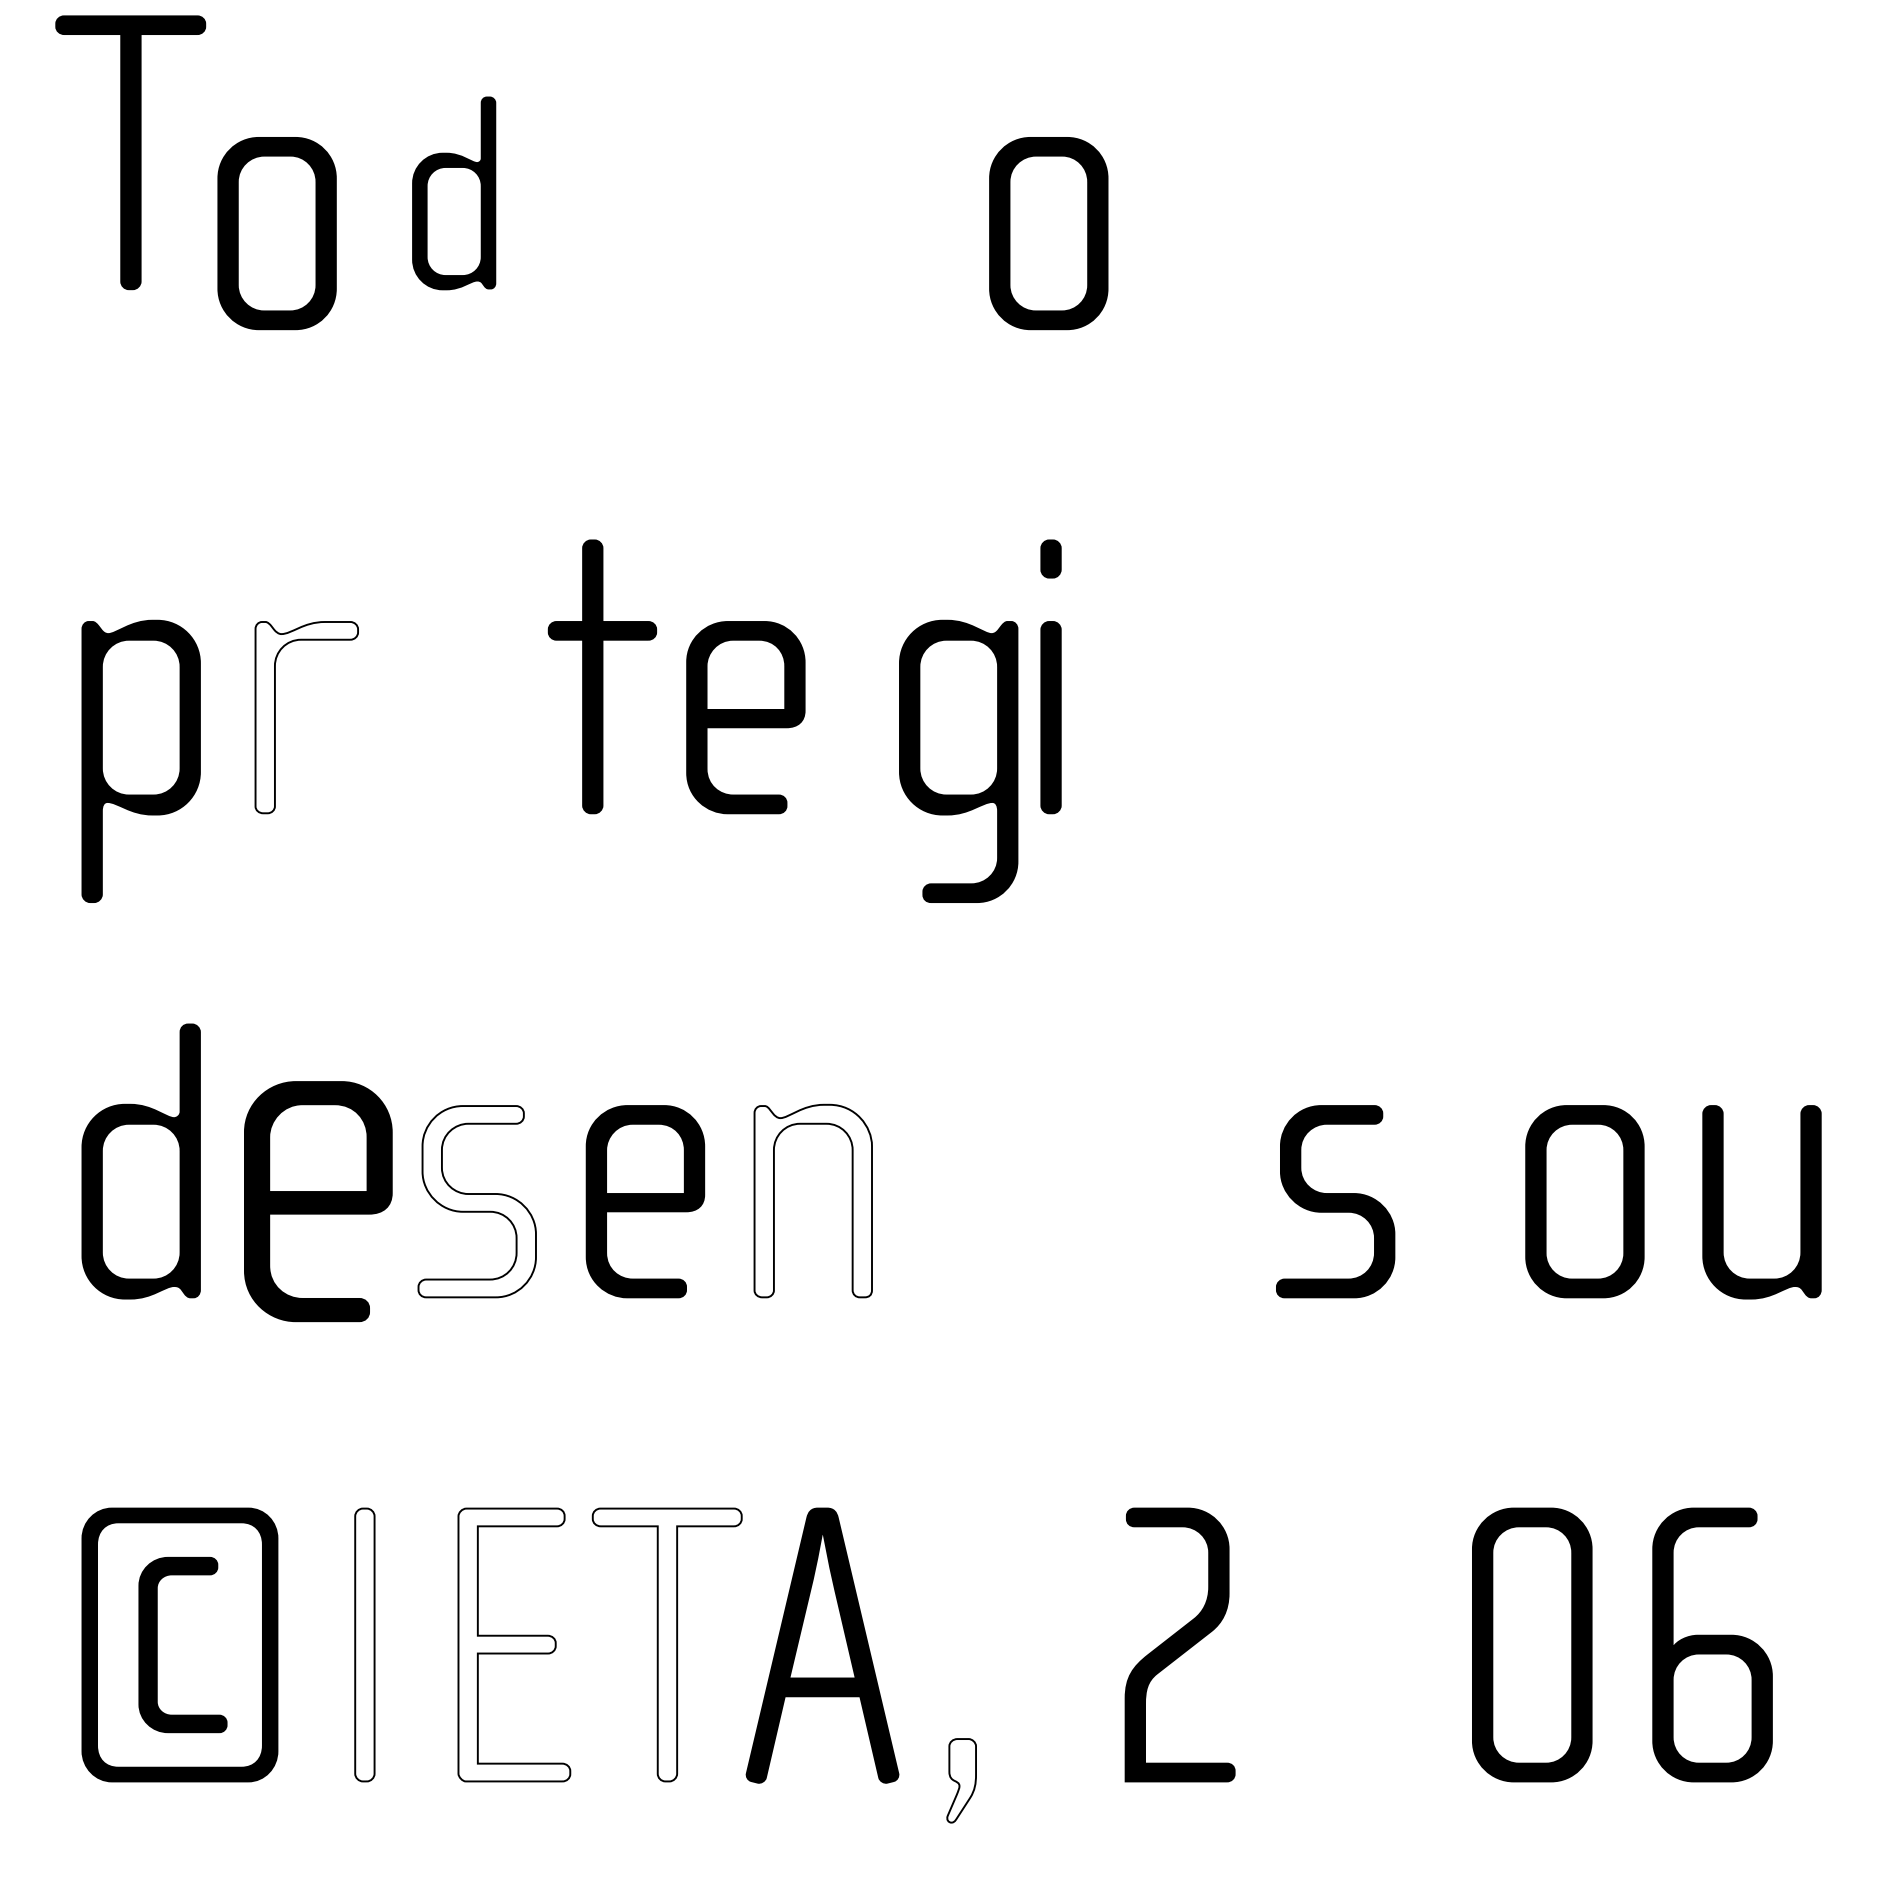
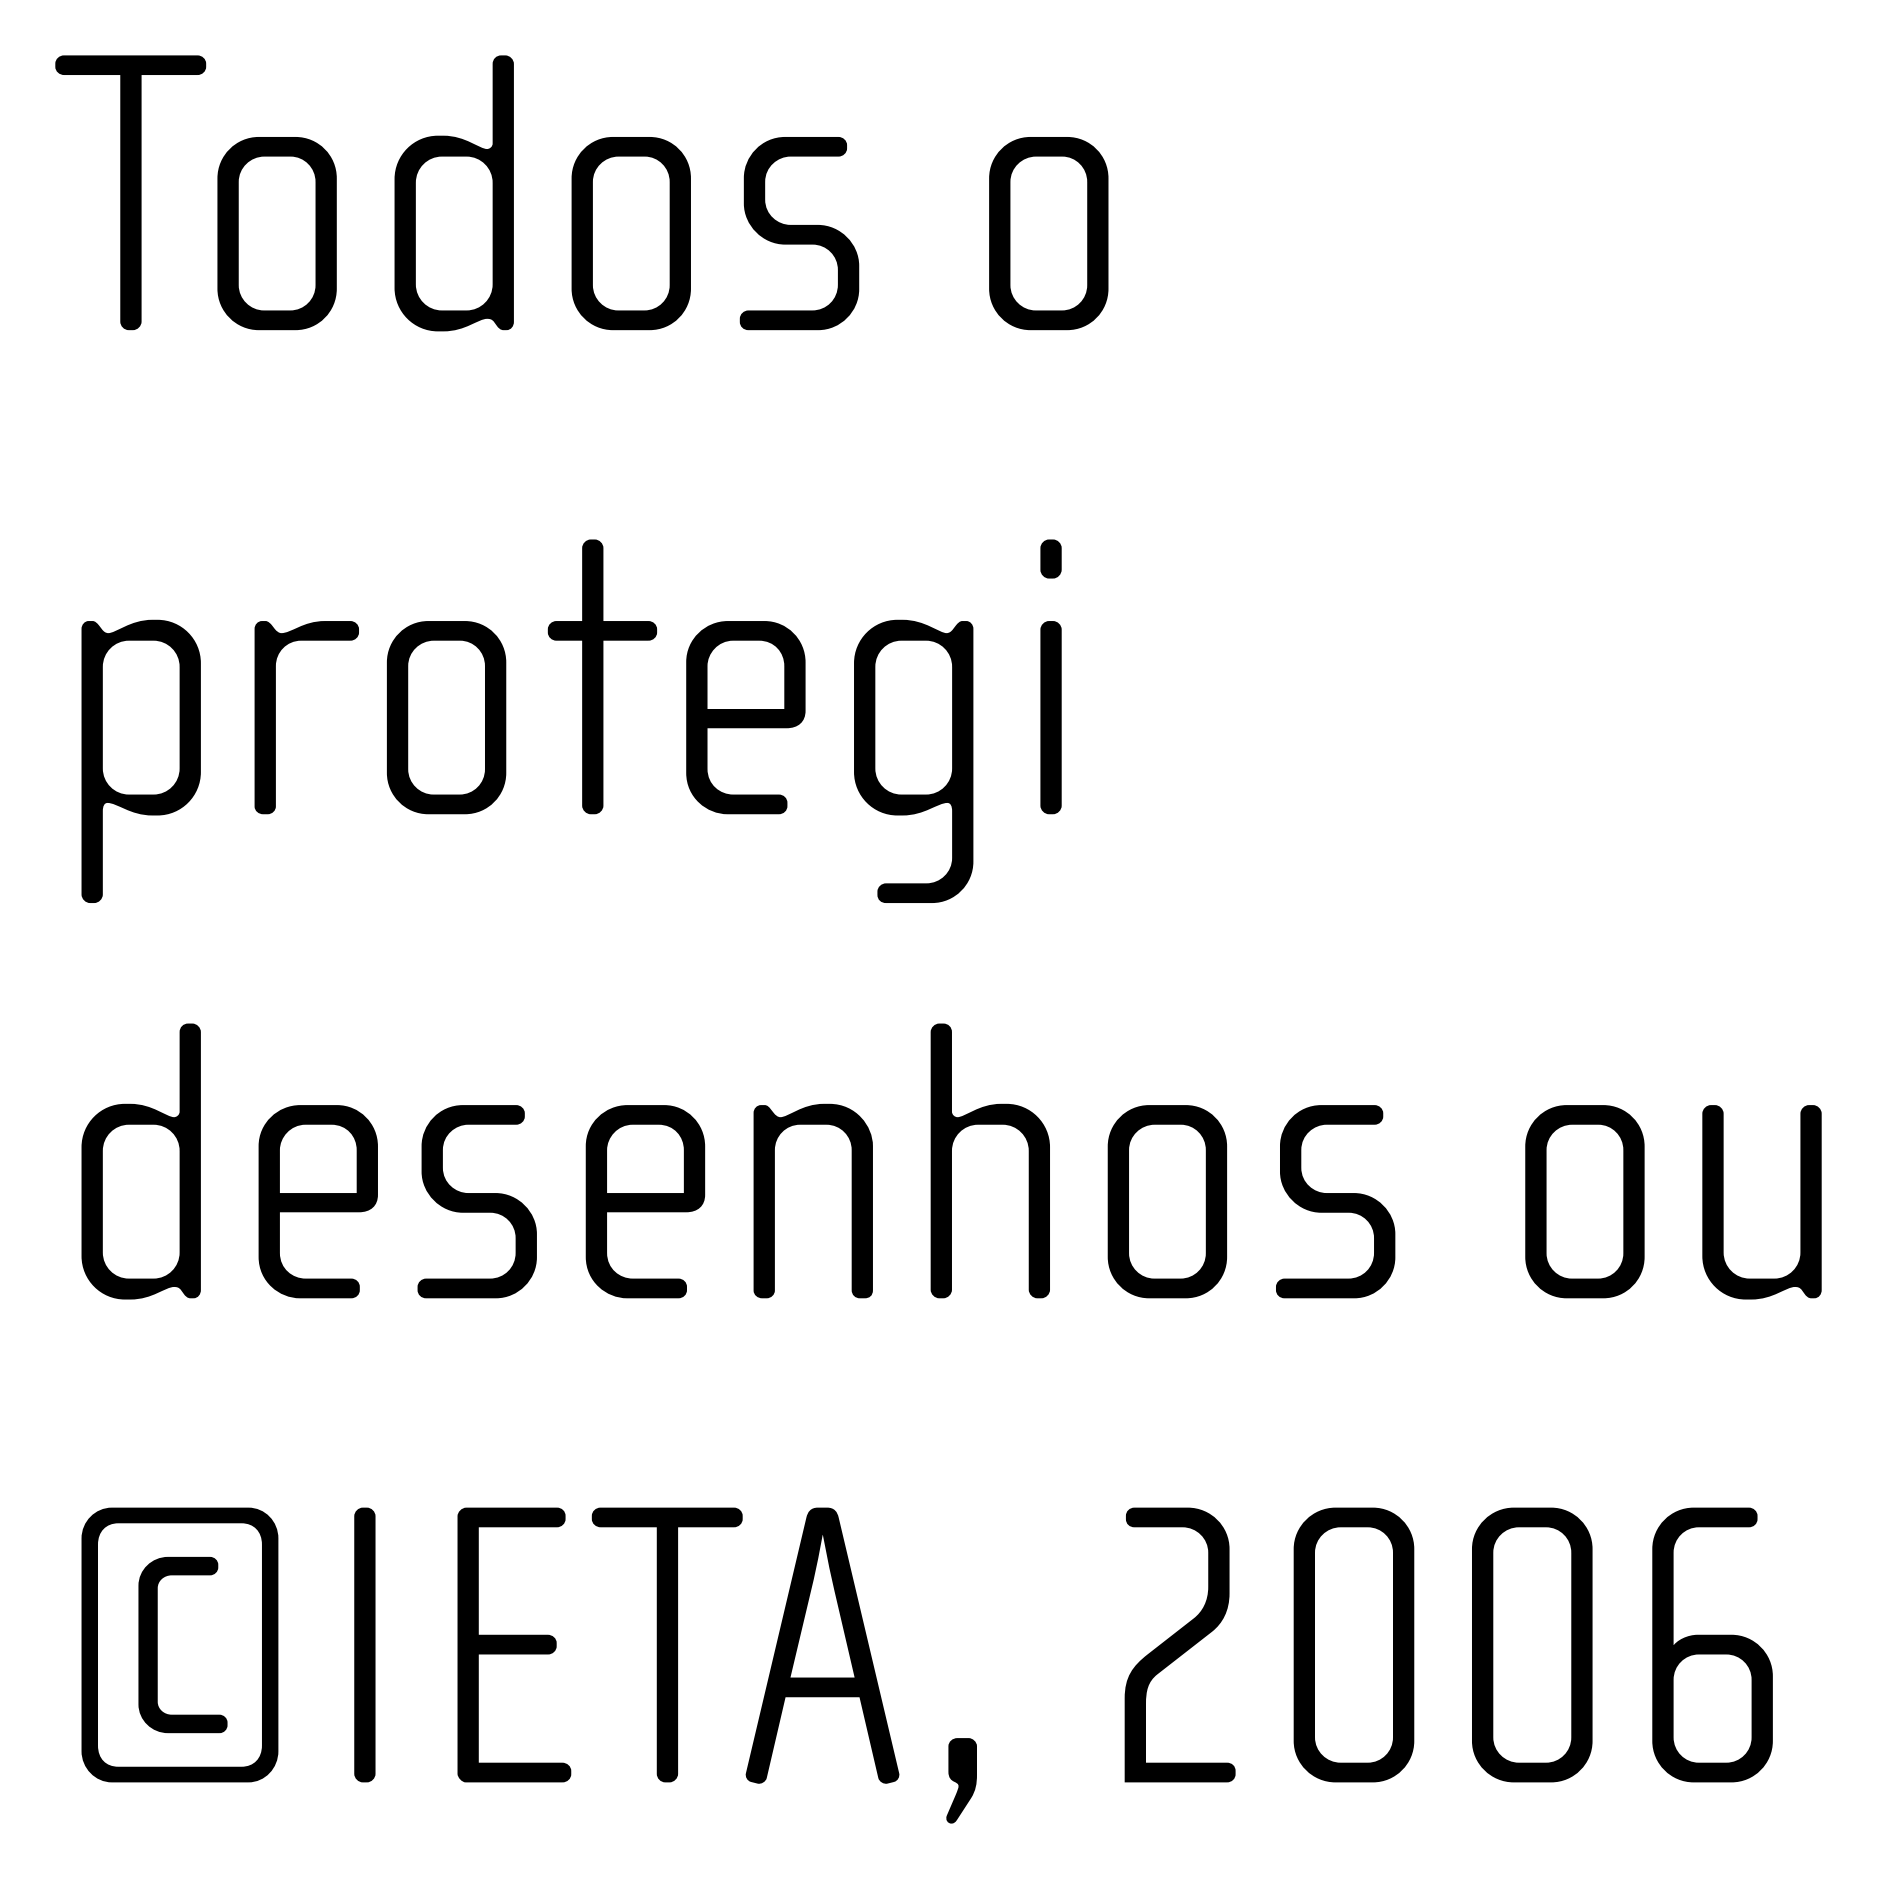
part at (130, 152) position: (130, 152) -> (130, 192)
part at (454, 193) size: 85x195 px -> 120x277 px
part at (630, 233): none -> present
part at (799, 233): none -> present
fill at (306, 717): none -> present
part at (446, 717): none -> present
part at (958, 760) position: (958, 760) -> (913, 760)
part at (989, 1124): none -> present
fill at (812, 1200): none -> present
part at (318, 1201) size: 149x242 px -> 120x194 px
fill at (476, 1201): none -> present
part at (1166, 1201): none -> present
fill at (364, 1644): none -> present
fill at (514, 1644): none -> present
fill at (666, 1644): none -> present
part at (1353, 1644): none -> present
fill at (961, 1780): none -> present
